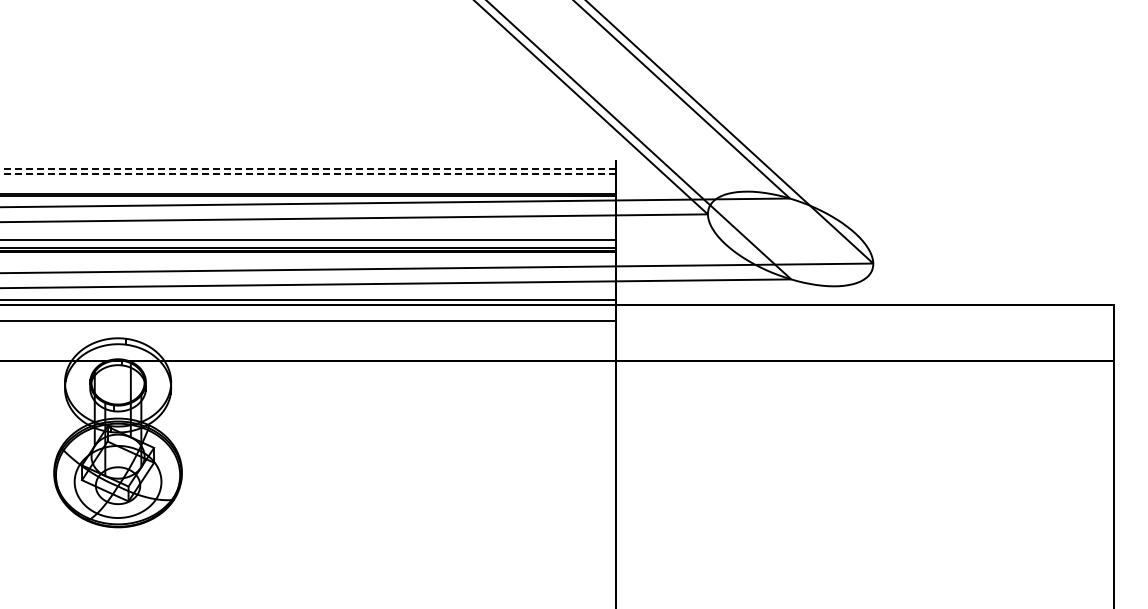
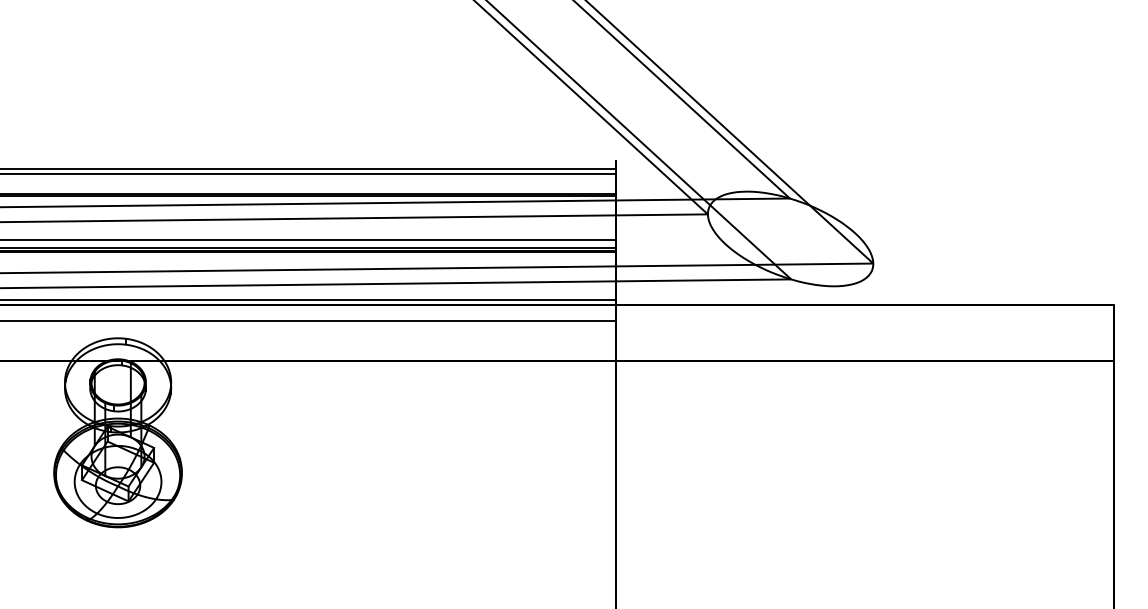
line at (308, 168): dashed -> solid
line at (308, 174): dashed -> solid
